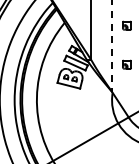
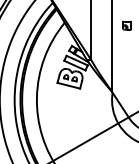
line at (112, 46): dashed -> solid
part at (126, 64): present -> none
